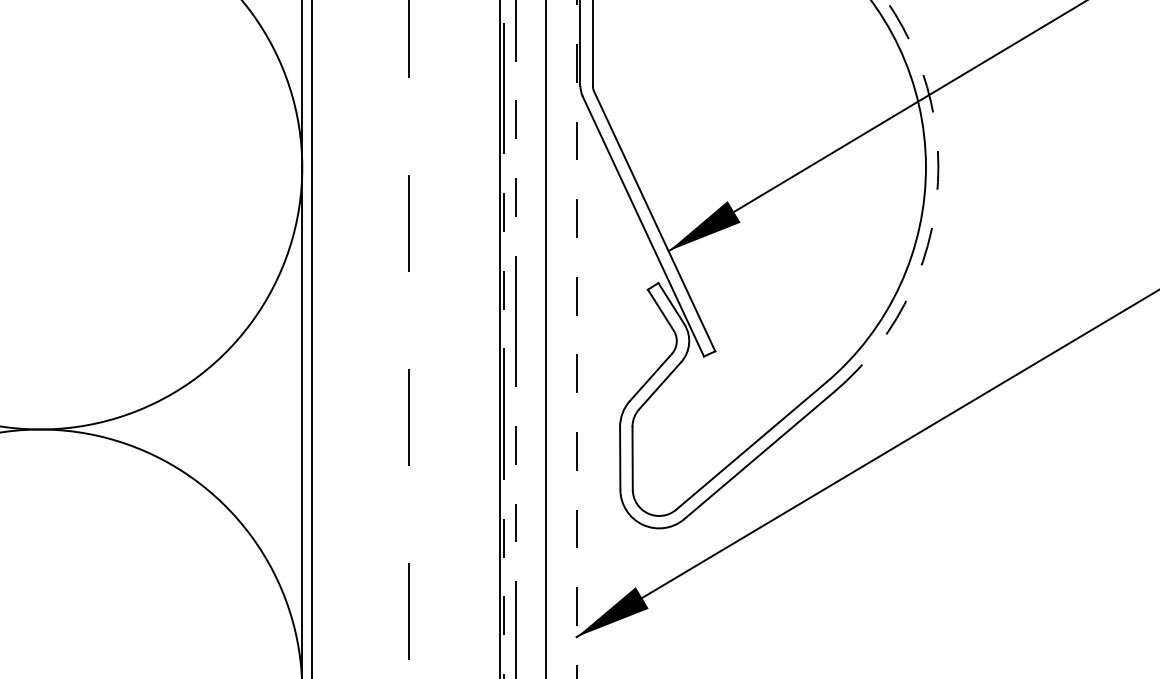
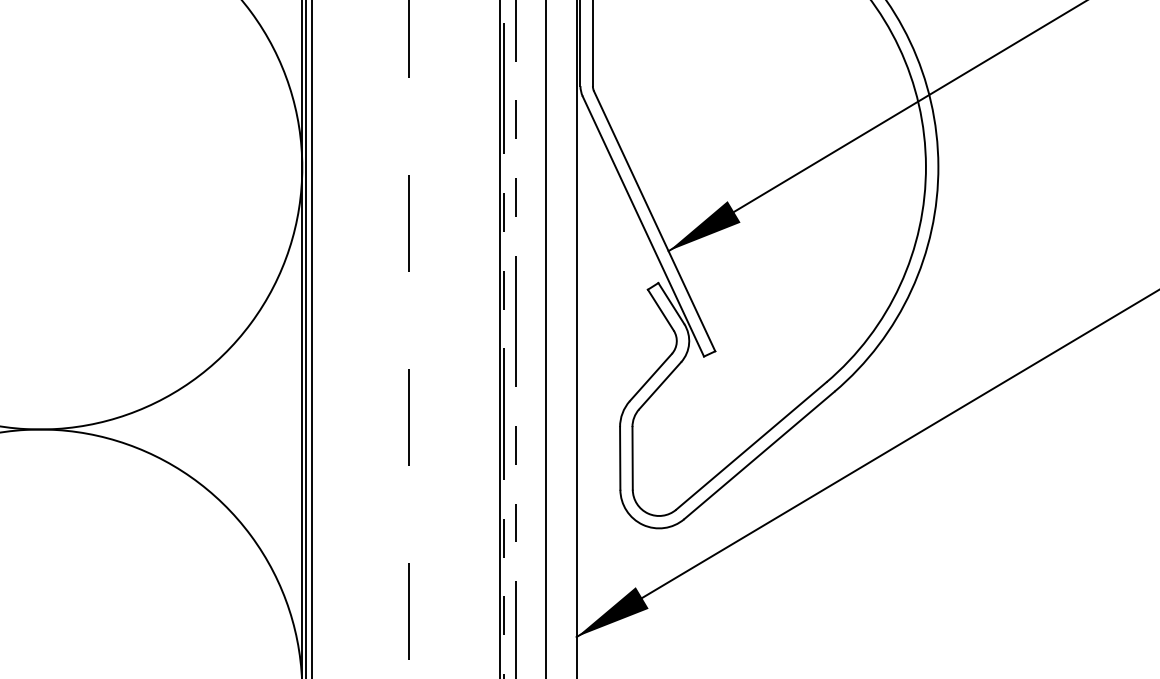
arc at (935, 204): dashed -> solid
line at (306, 338): none -> present
line at (576, 339): dashed -> solid
